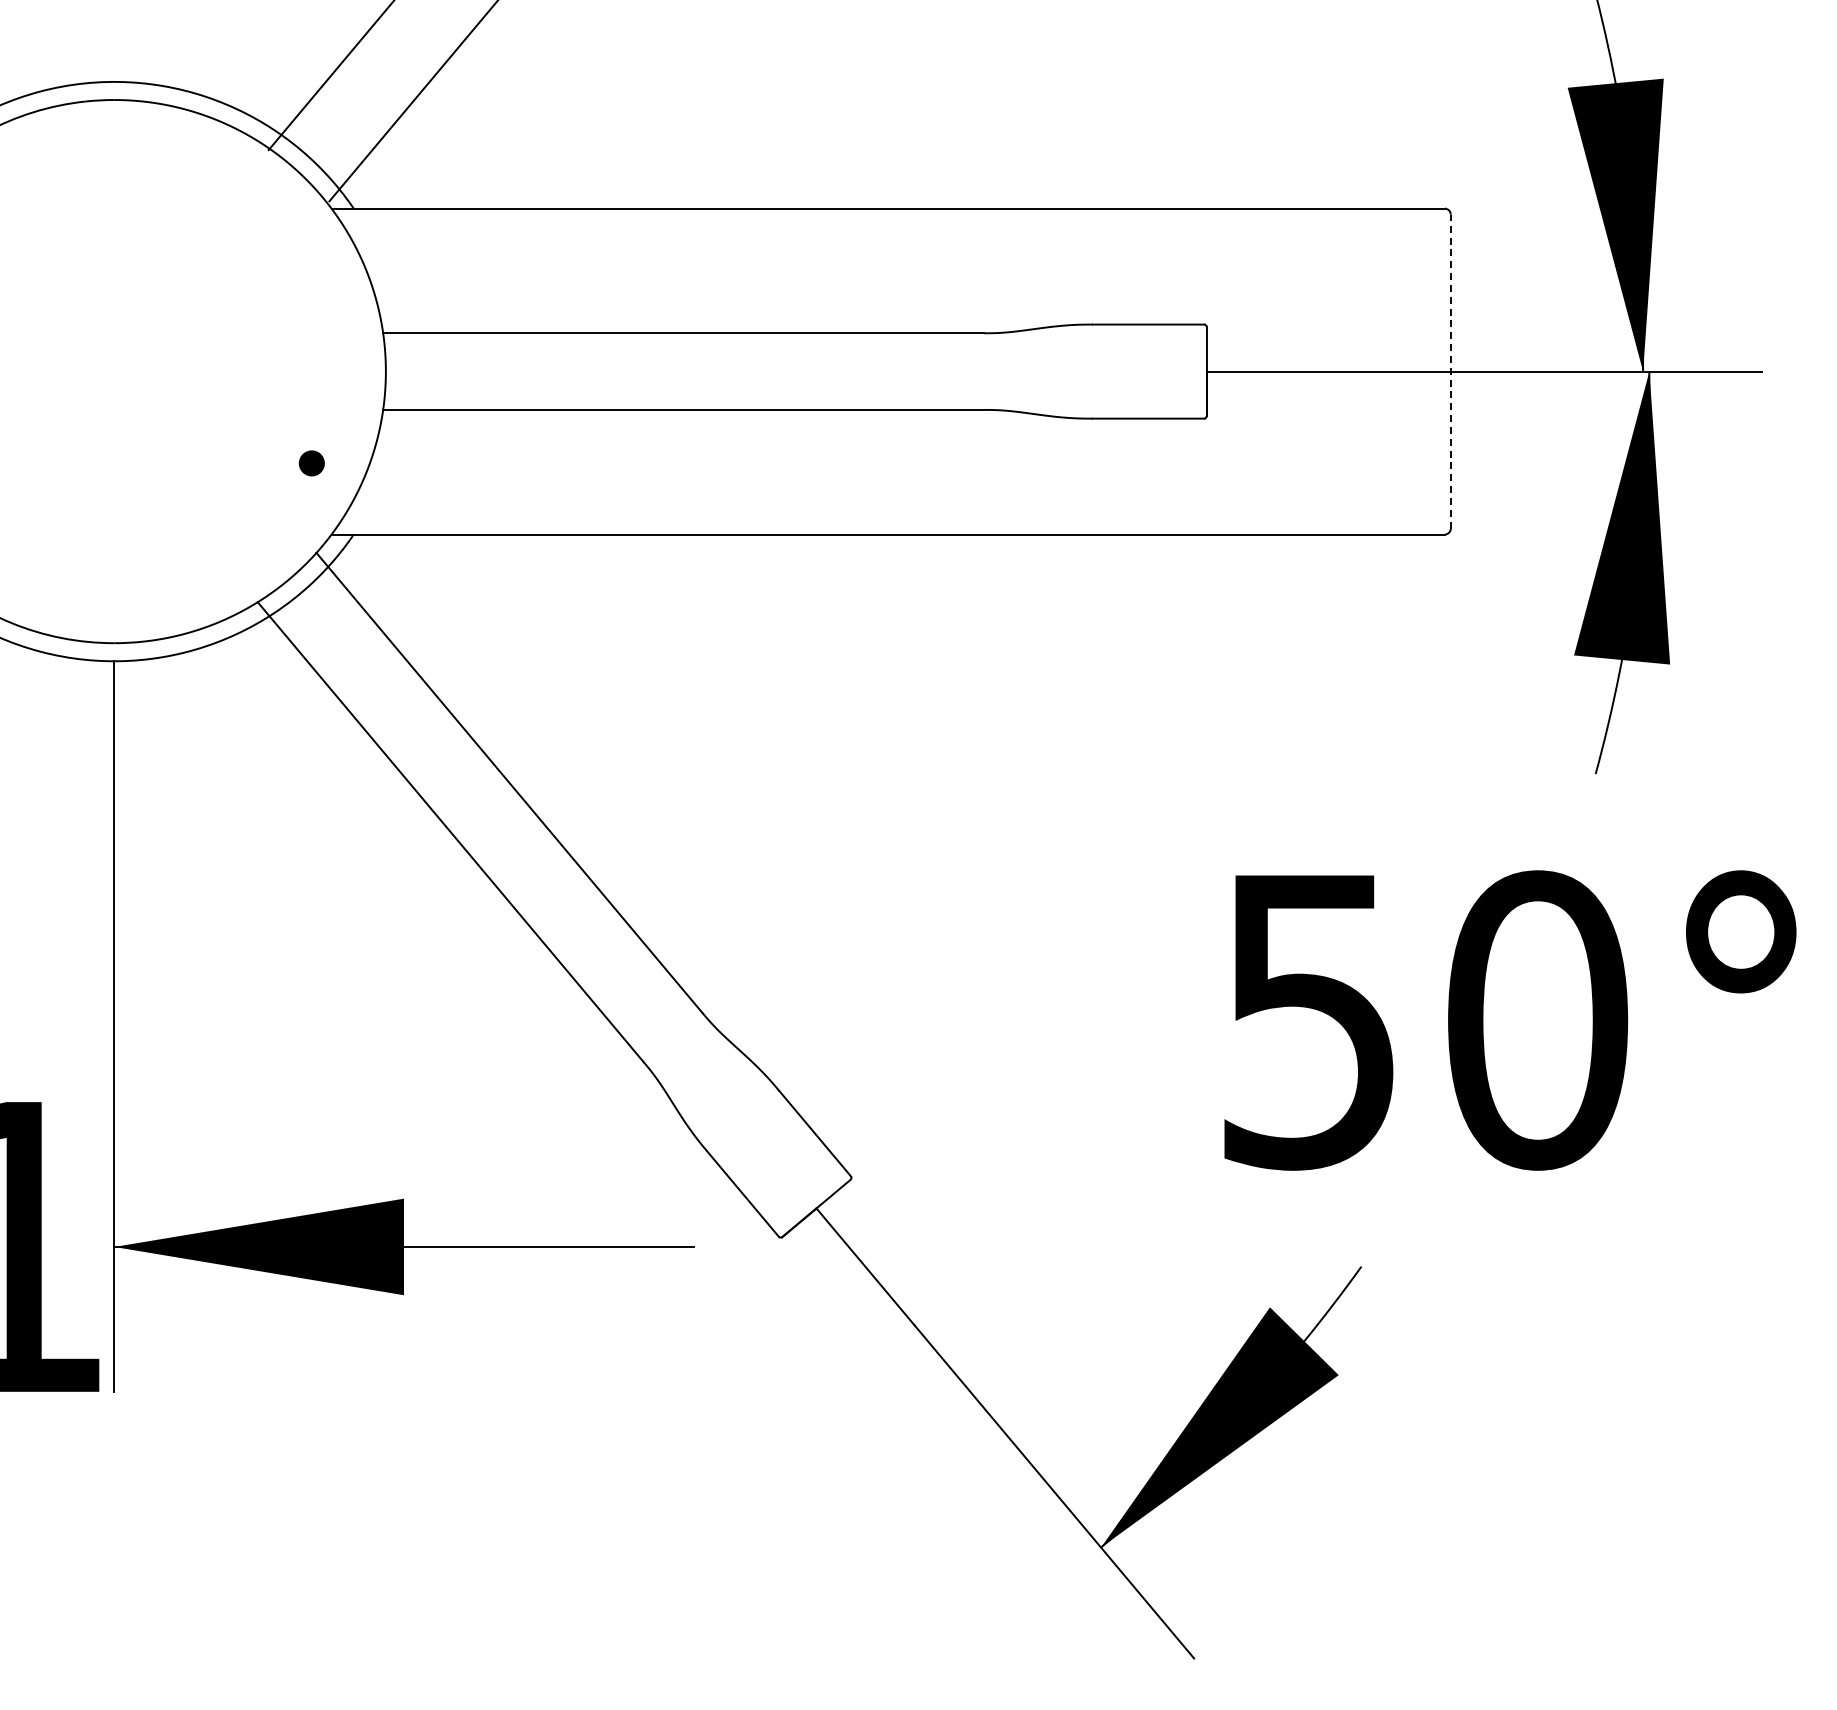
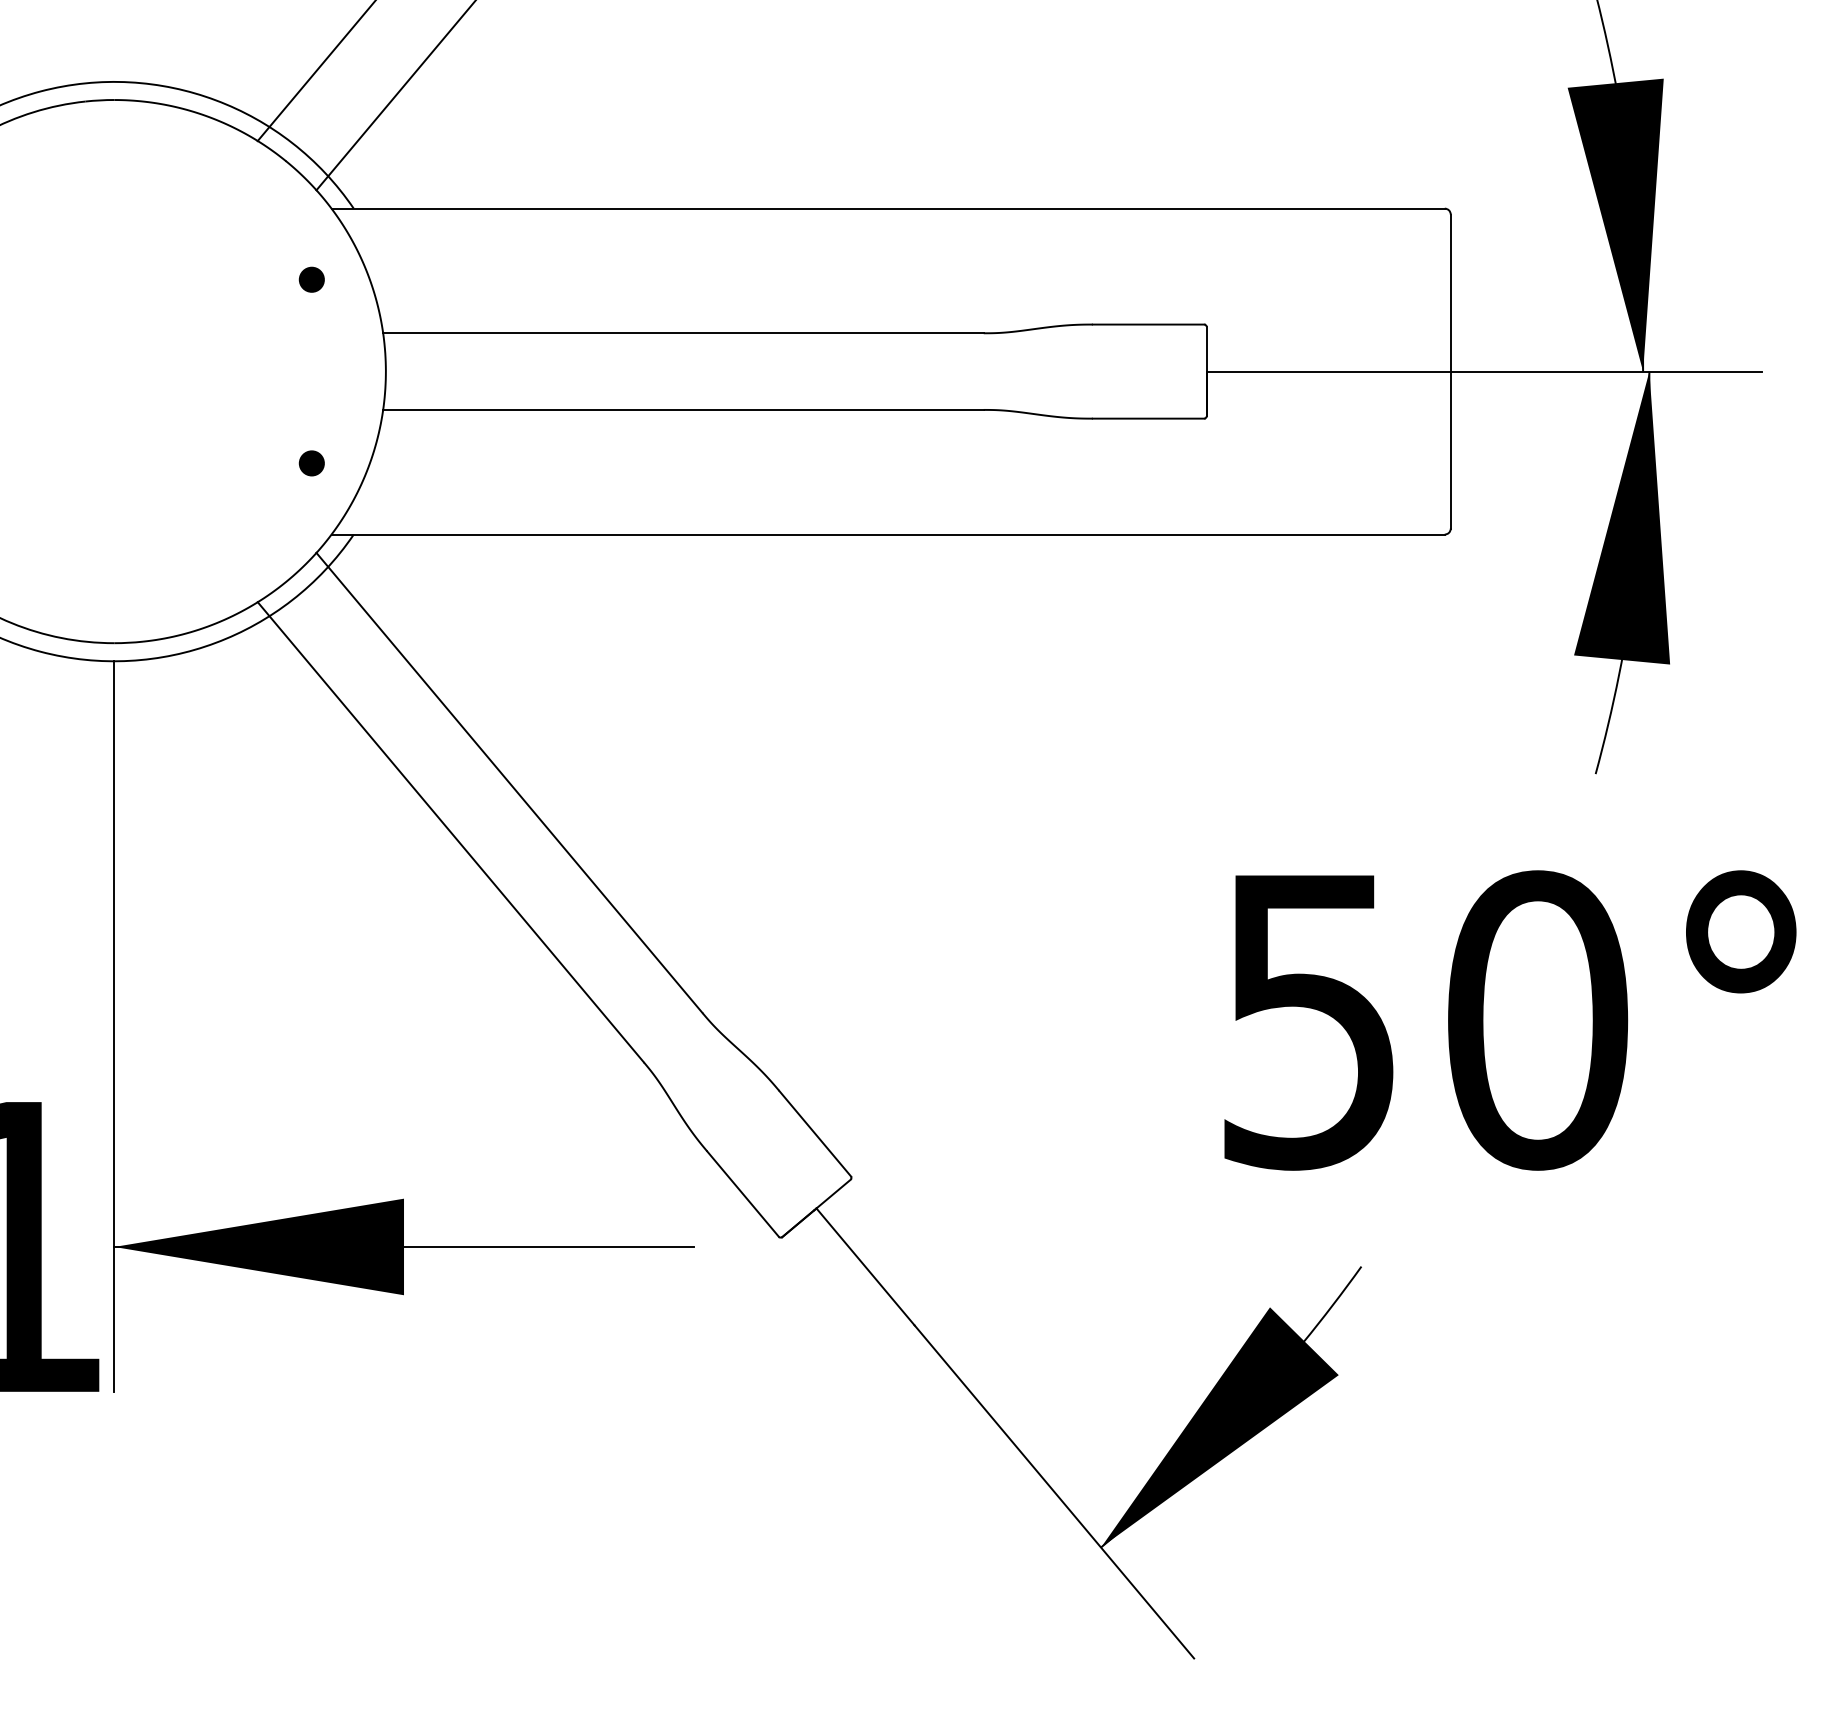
line at (330, 76) position: (330, 76) -> (315, 71)
line at (412, 101) position: (412, 101) -> (395, 96)
part at (311, 279): none -> present
line at (1450, 371): dashed -> solid
